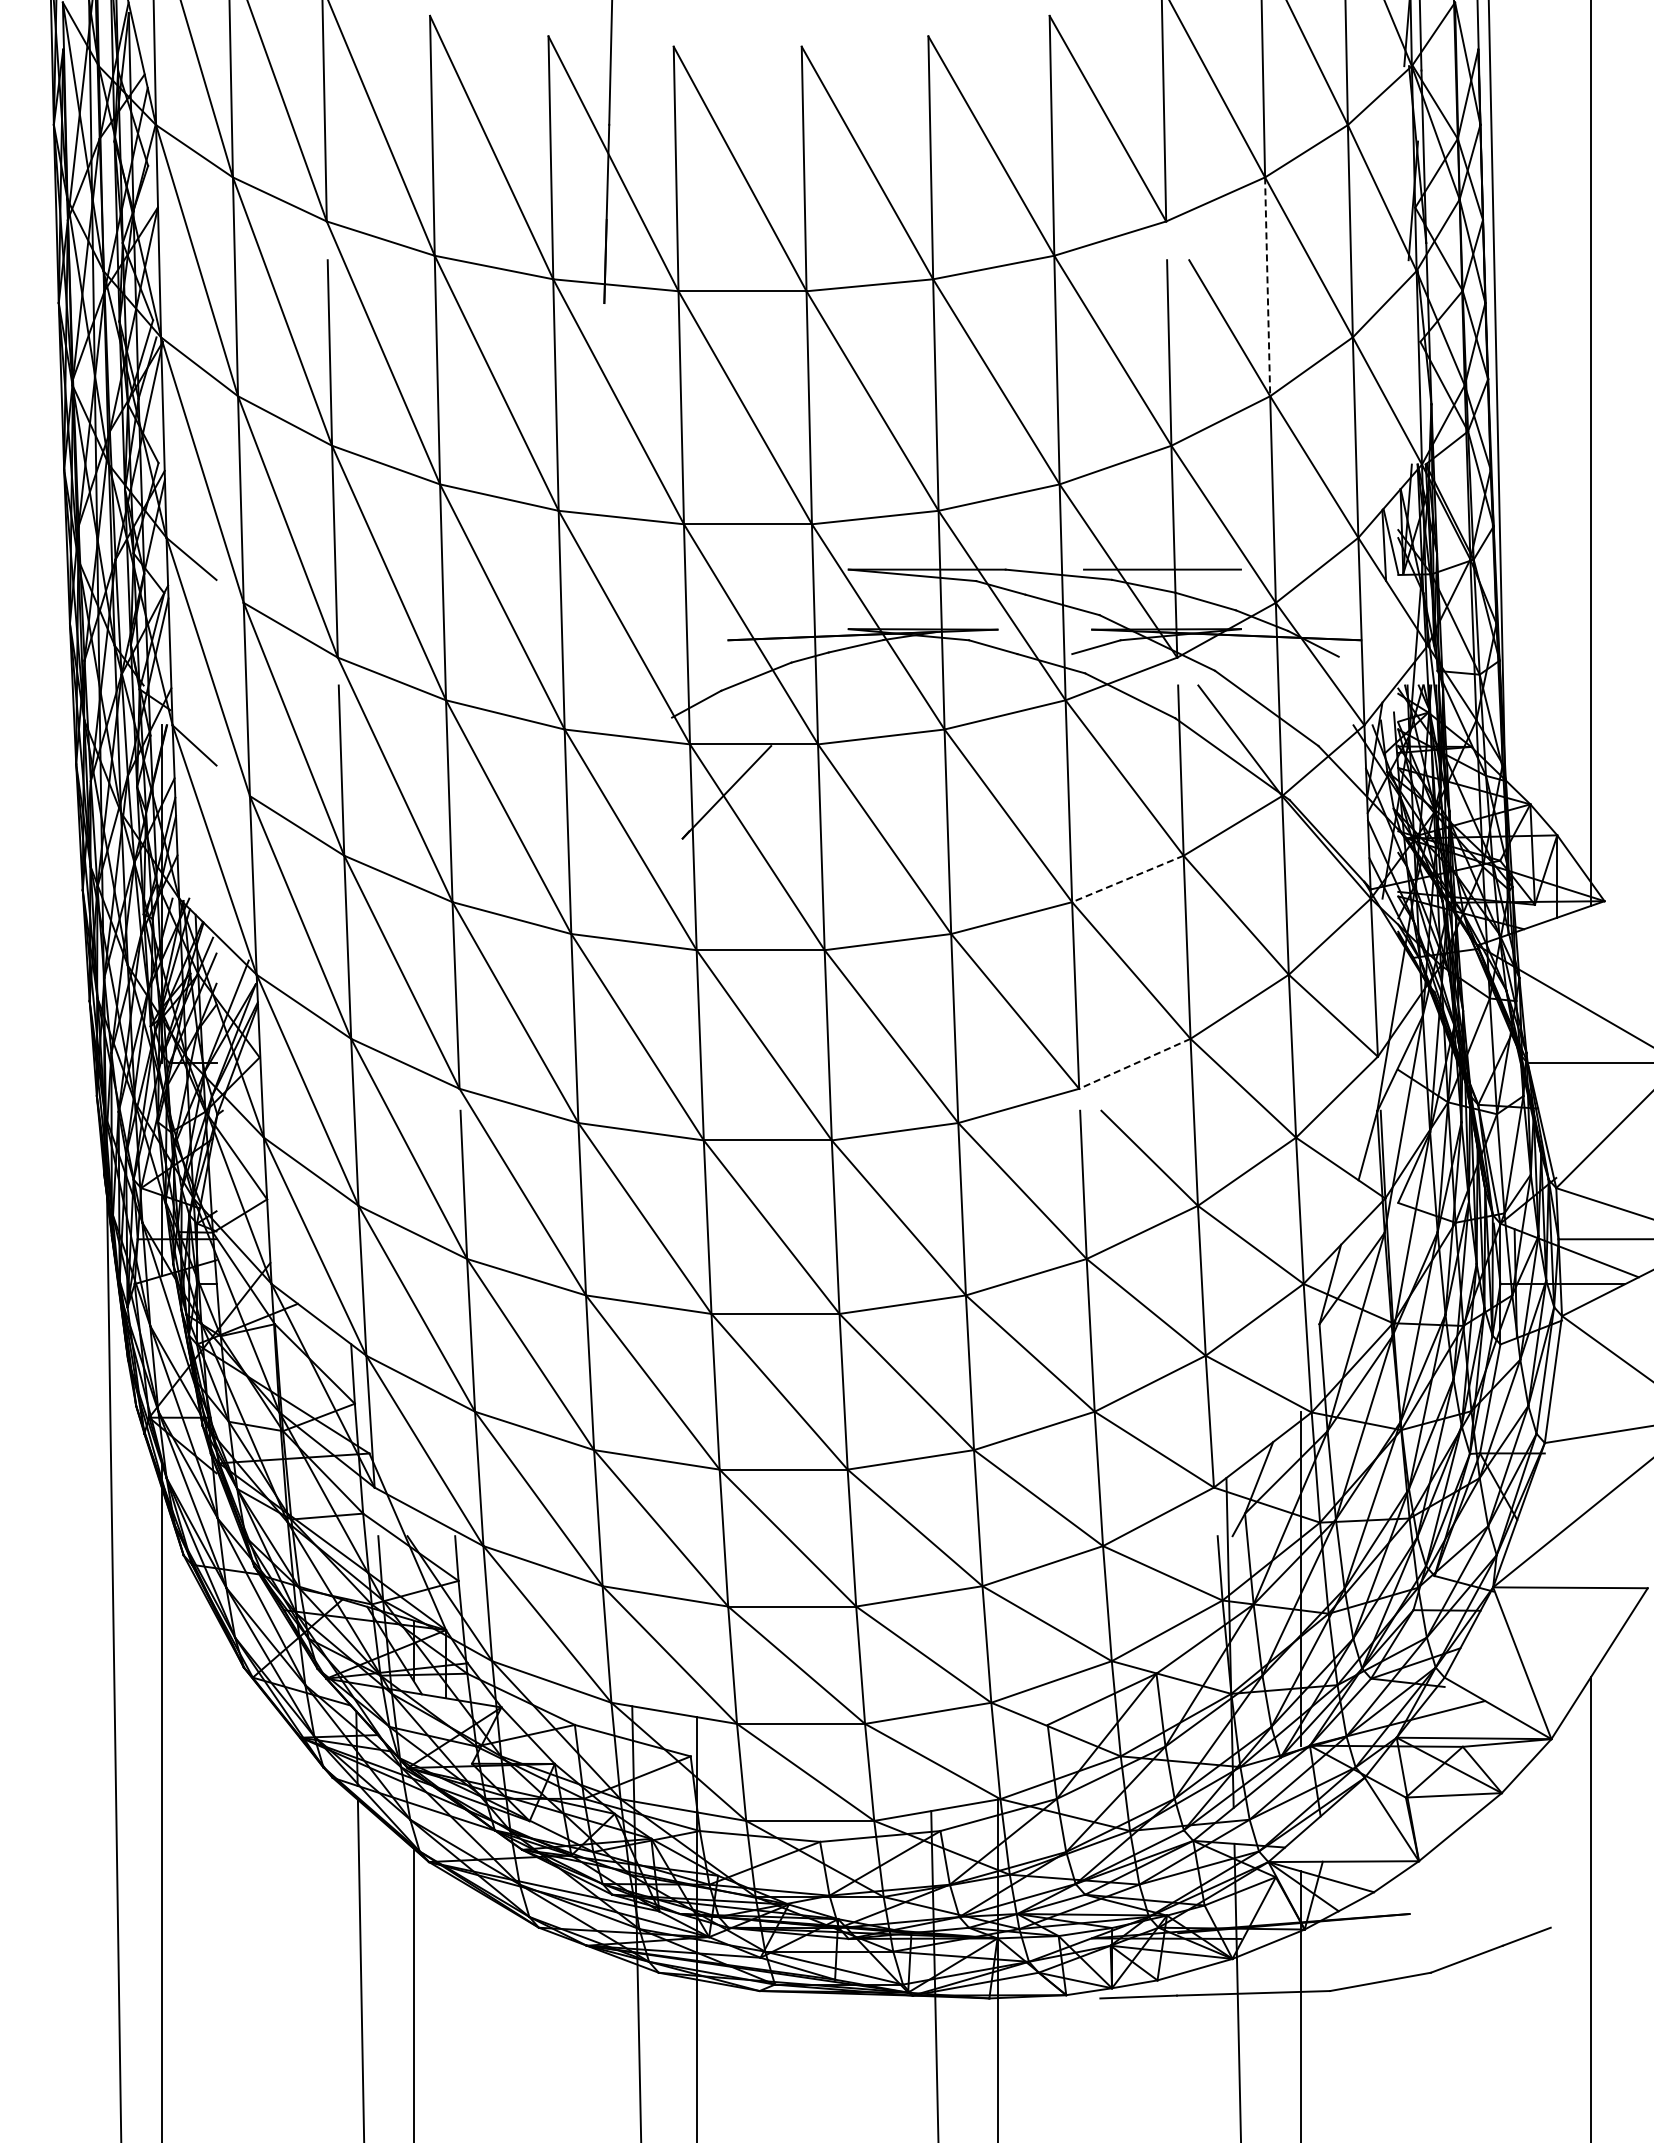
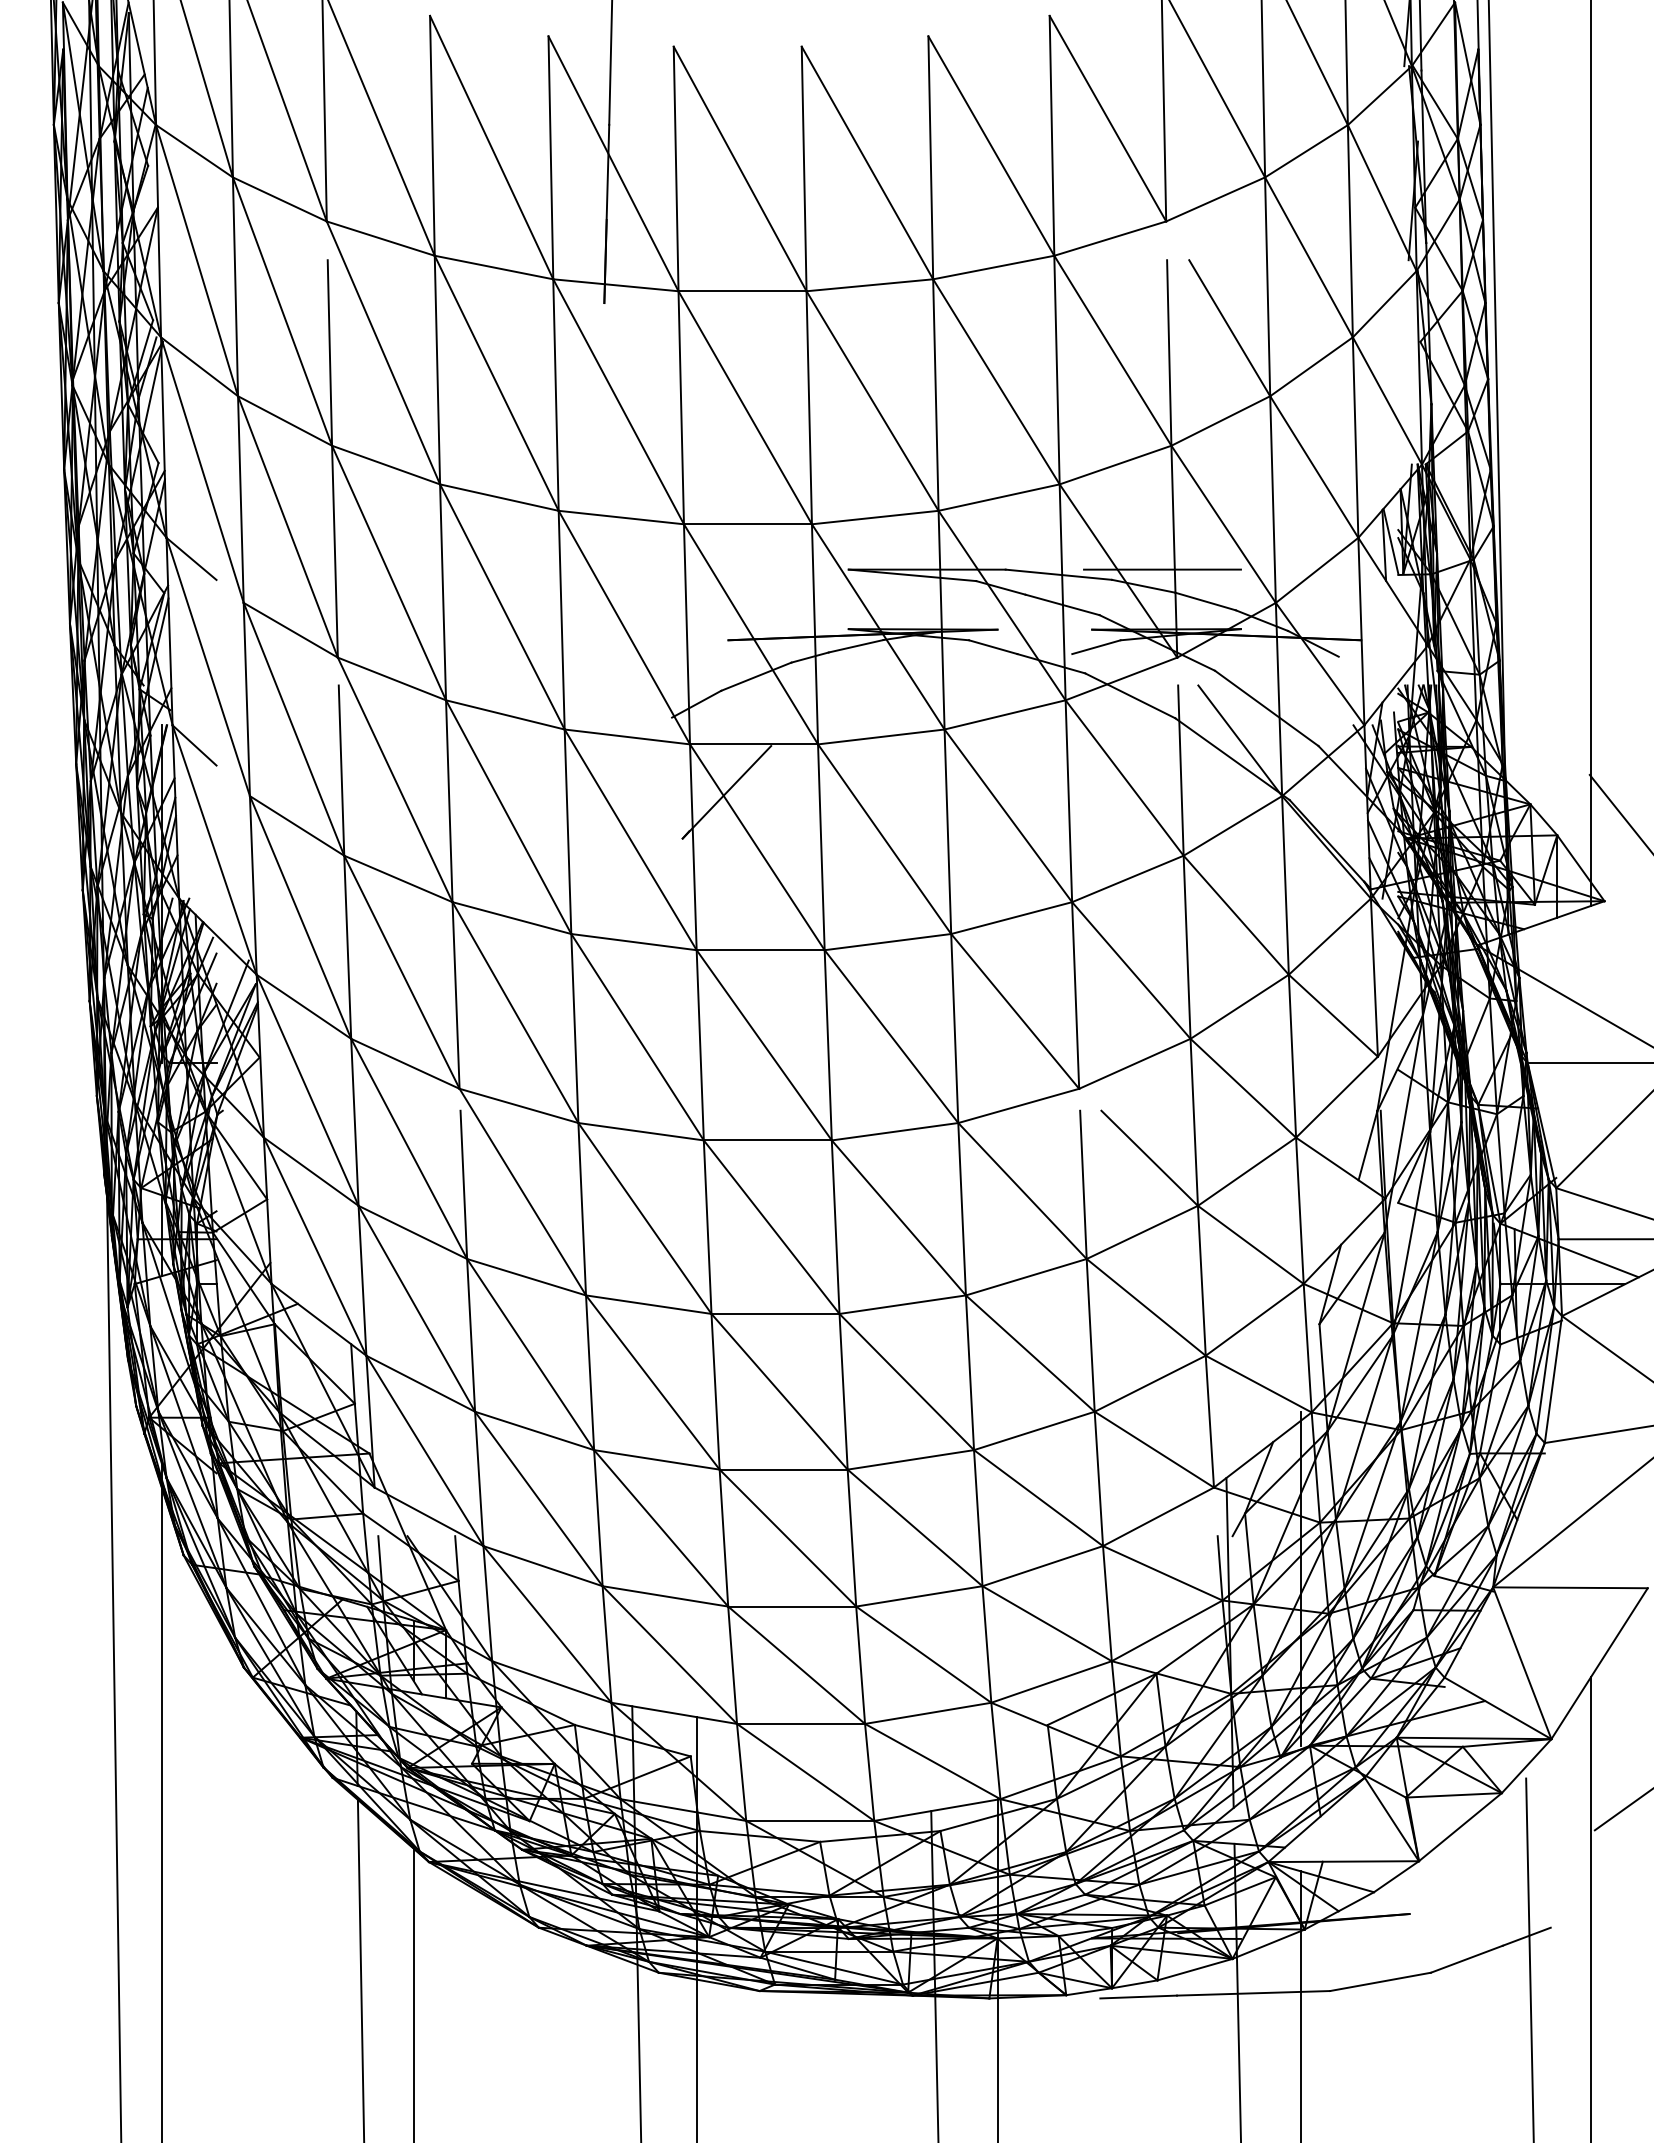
line at (1267, 287): dashed -> solid
line at (1619, 812): none -> present
line at (1127, 879): dashed -> solid
line at (1134, 1064): dashed -> solid
line at (1622, 1810): none -> present
line at (1529, 1958): none -> present
